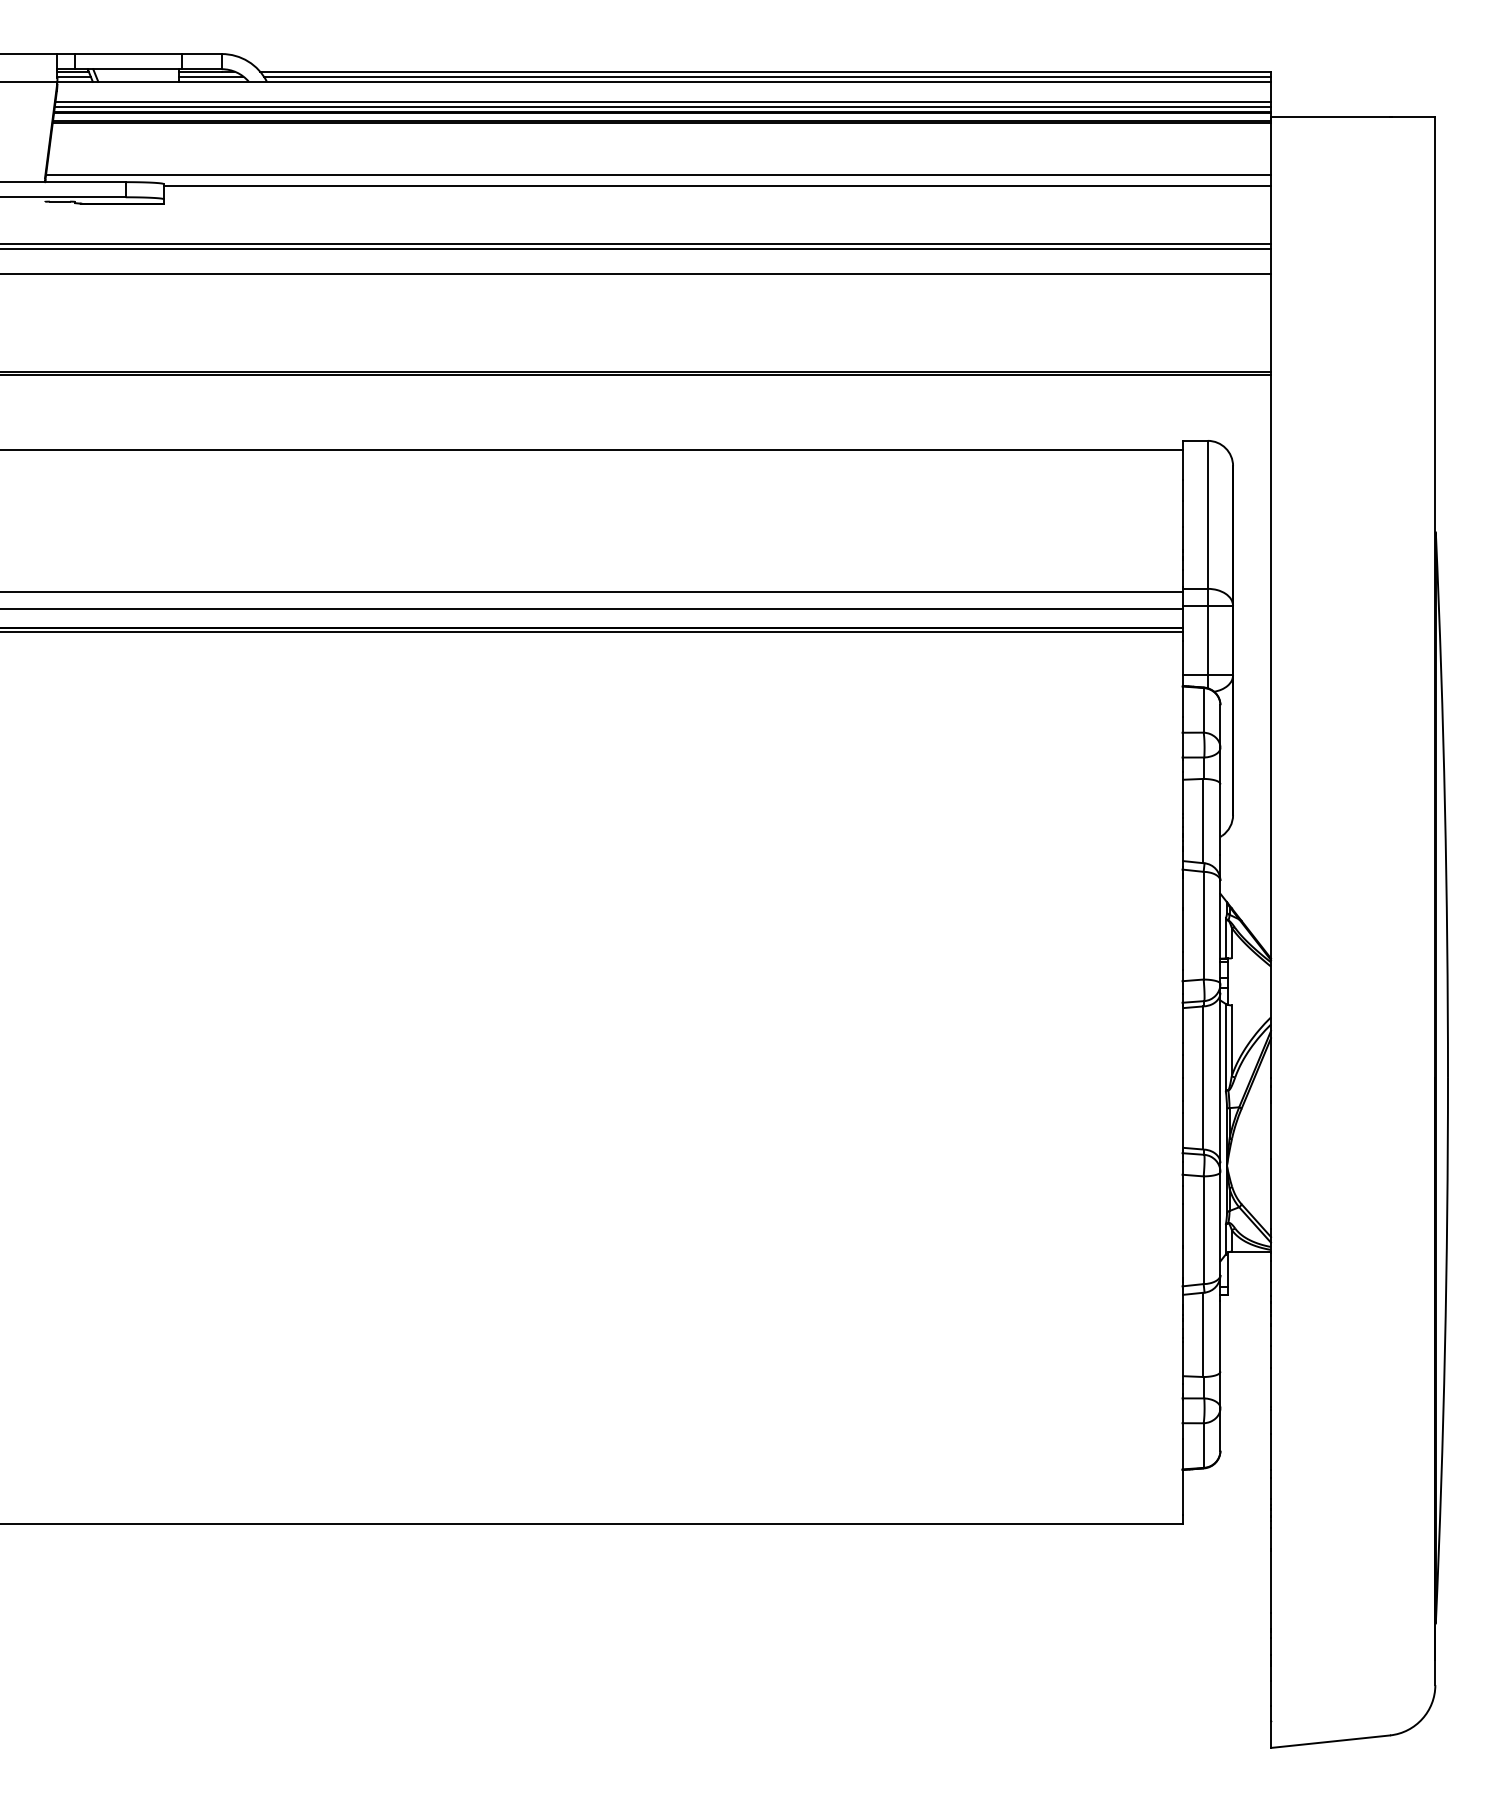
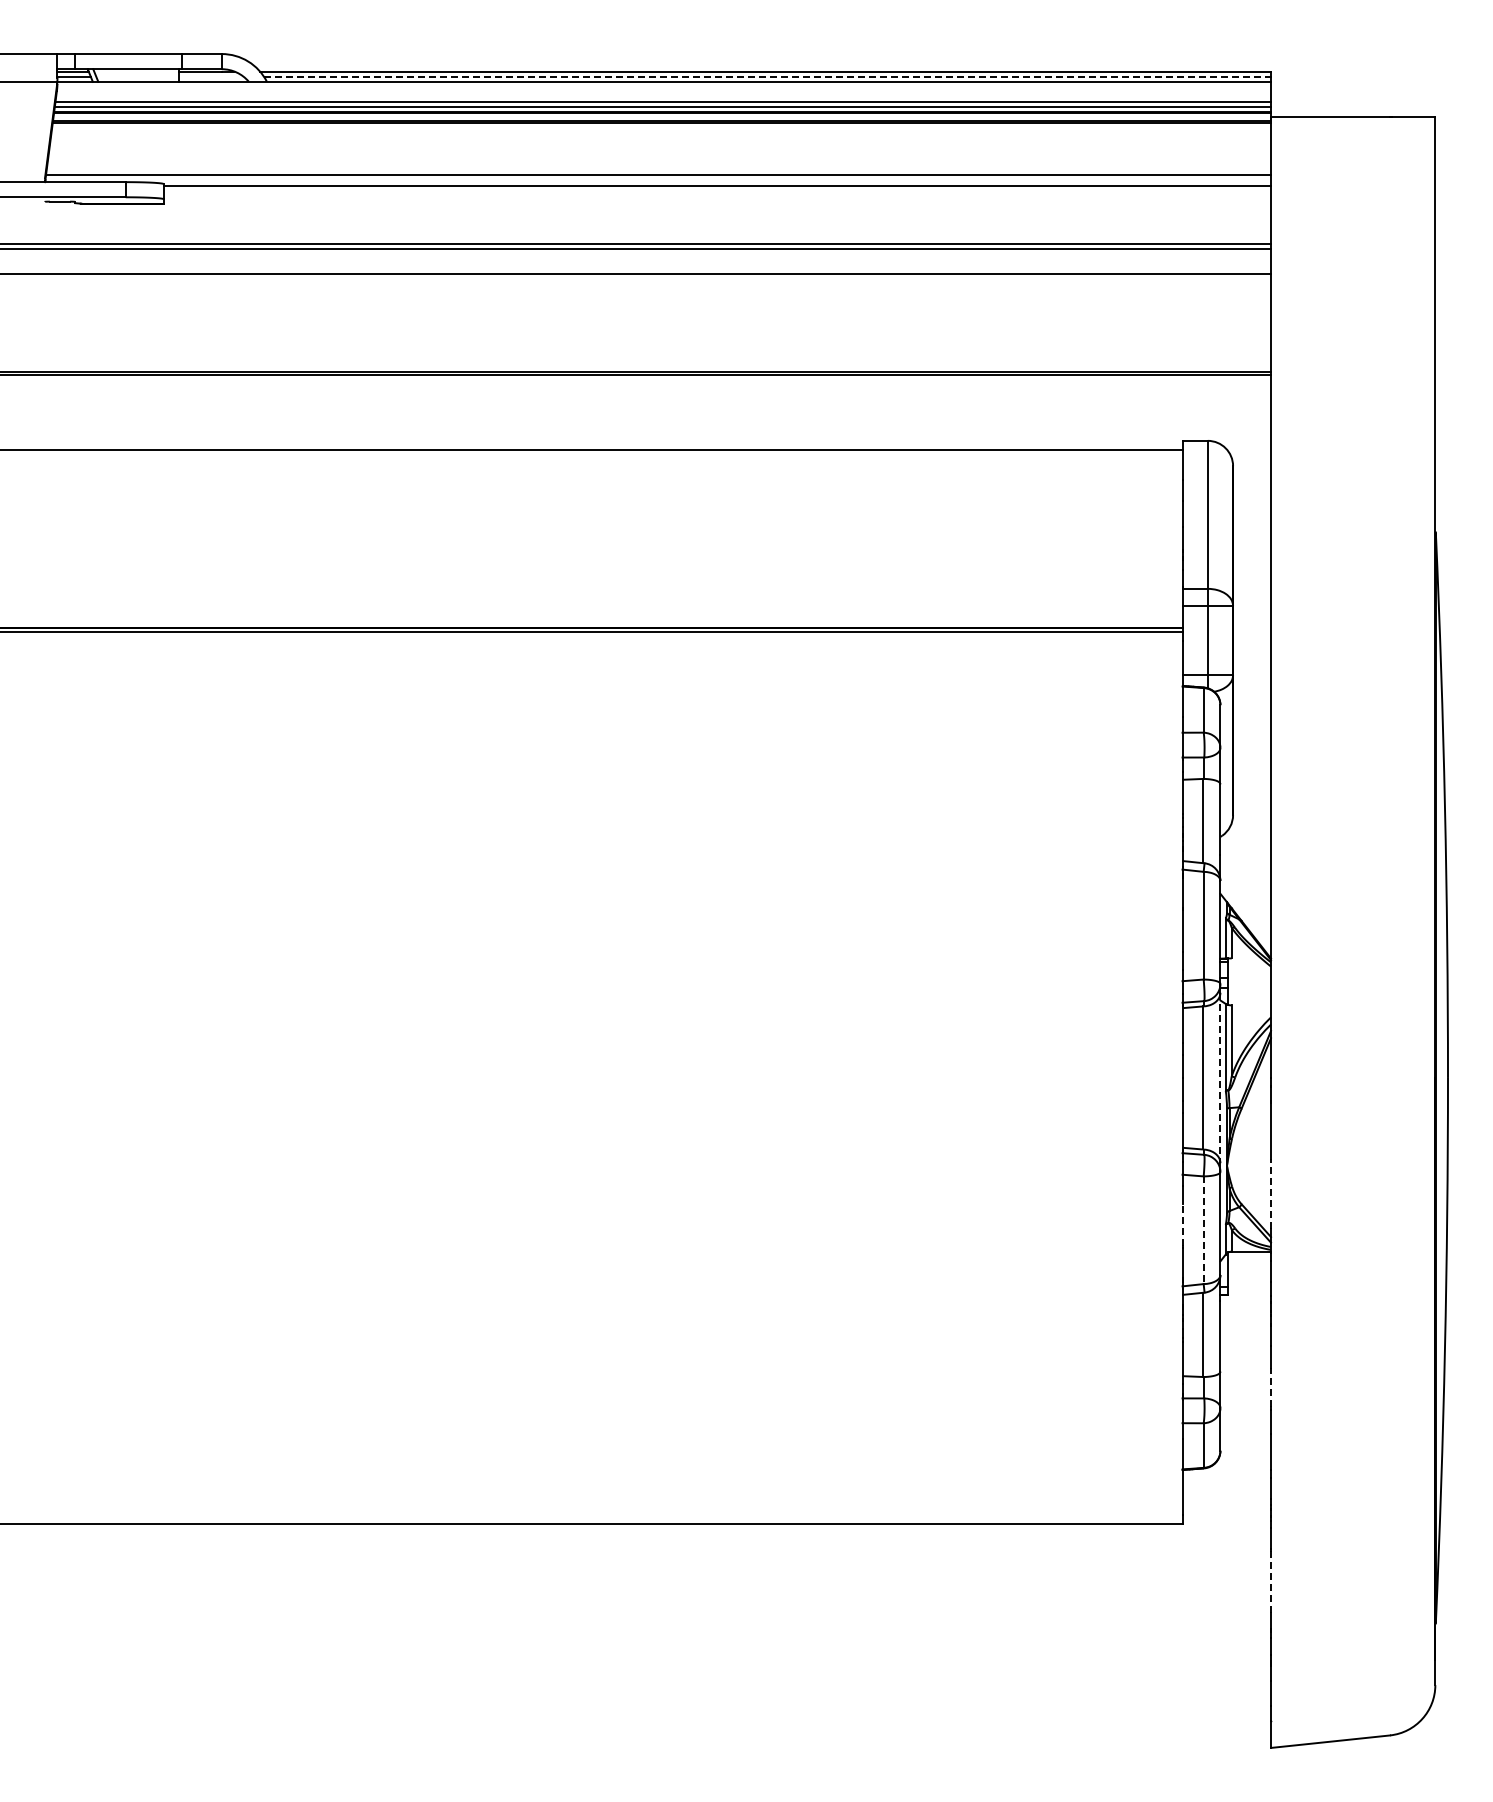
line at (210, 76): present -> none
line at (767, 76): solid -> dashed
line at (592, 591): present -> none
line at (592, 608): present -> none
line at (1220, 1078): solid -> dashed
line at (1271, 1193): solid -> dashed
line at (1182, 1224): solid -> dashed
line at (1203, 1230): solid -> dashed
line at (1271, 1387): solid -> dashed
line at (1271, 1581): solid -> dashed
